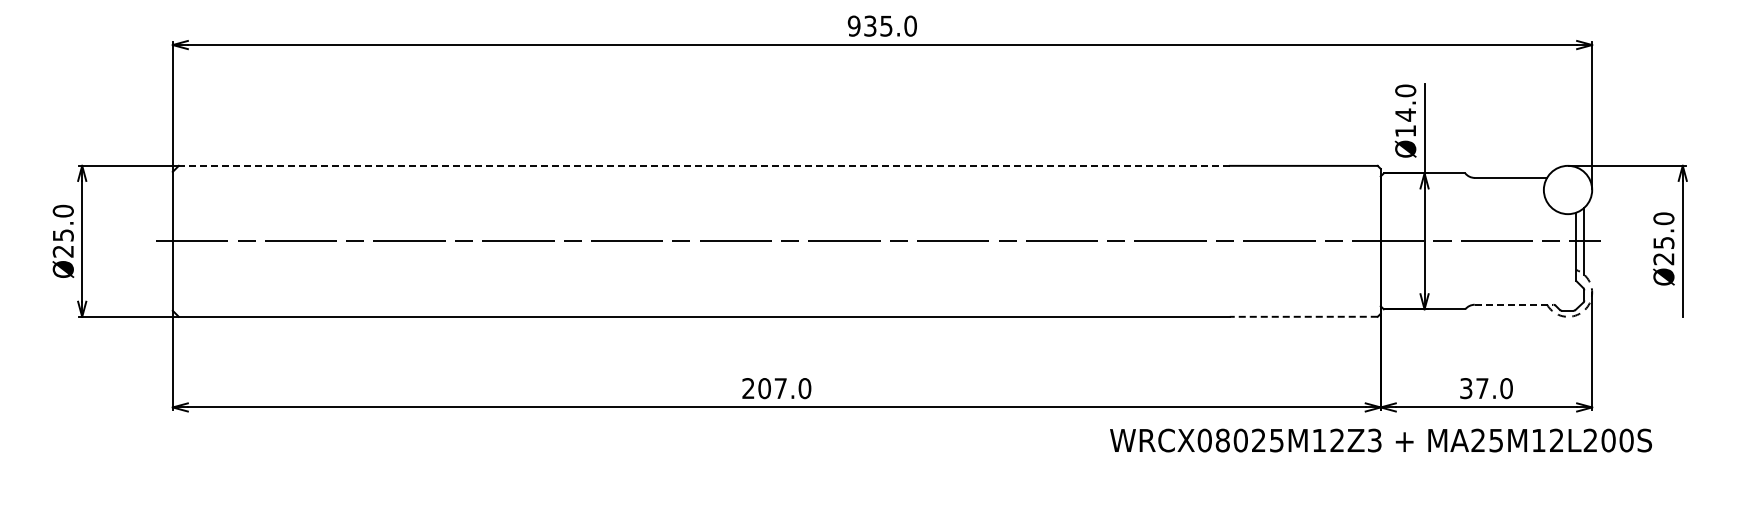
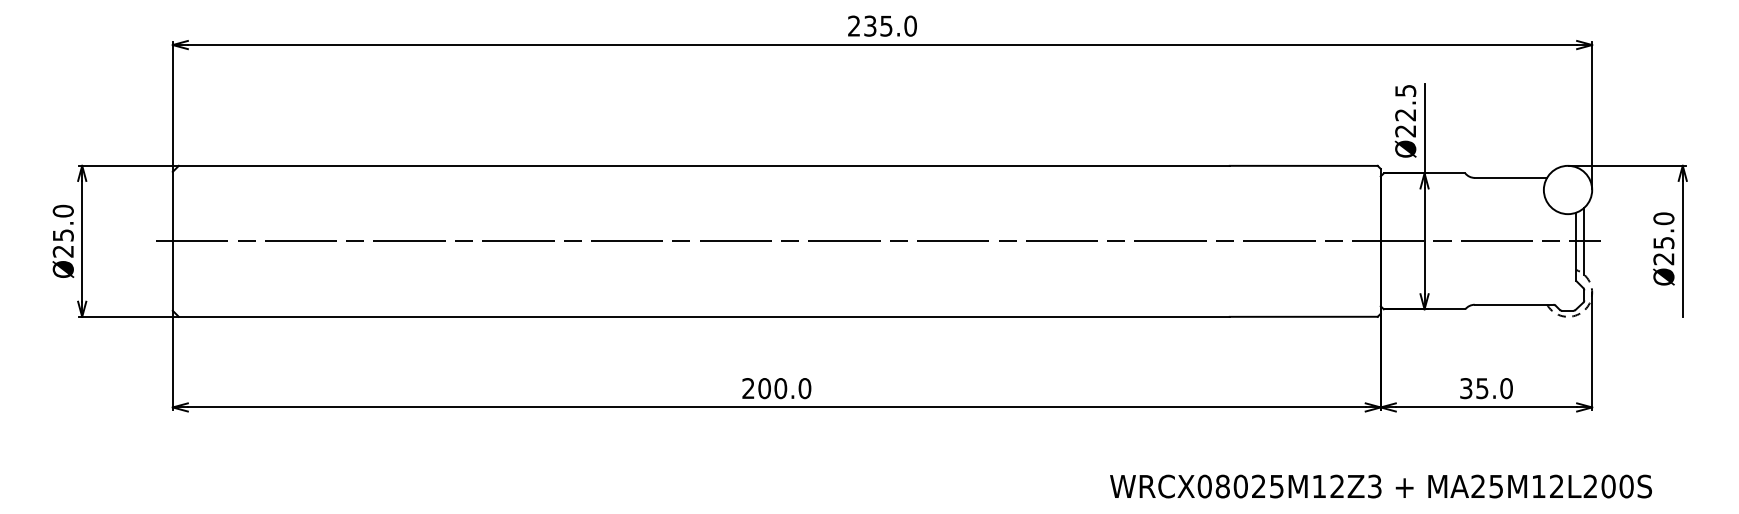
text at (853, 25): 935.0 -> 235.0
text at (1405, 110): Ø14.0 -> Ø22.5
line at (703, 165): dashed -> solid
line at (1514, 304): dashed -> solid
line at (1303, 316): dashed -> solid
text at (780, 388): 207.0 -> 200.0
text at (1482, 388): 37.0 -> 35.0
text at (1380, 440) position: (1380, 440) -> (1380, 486)
